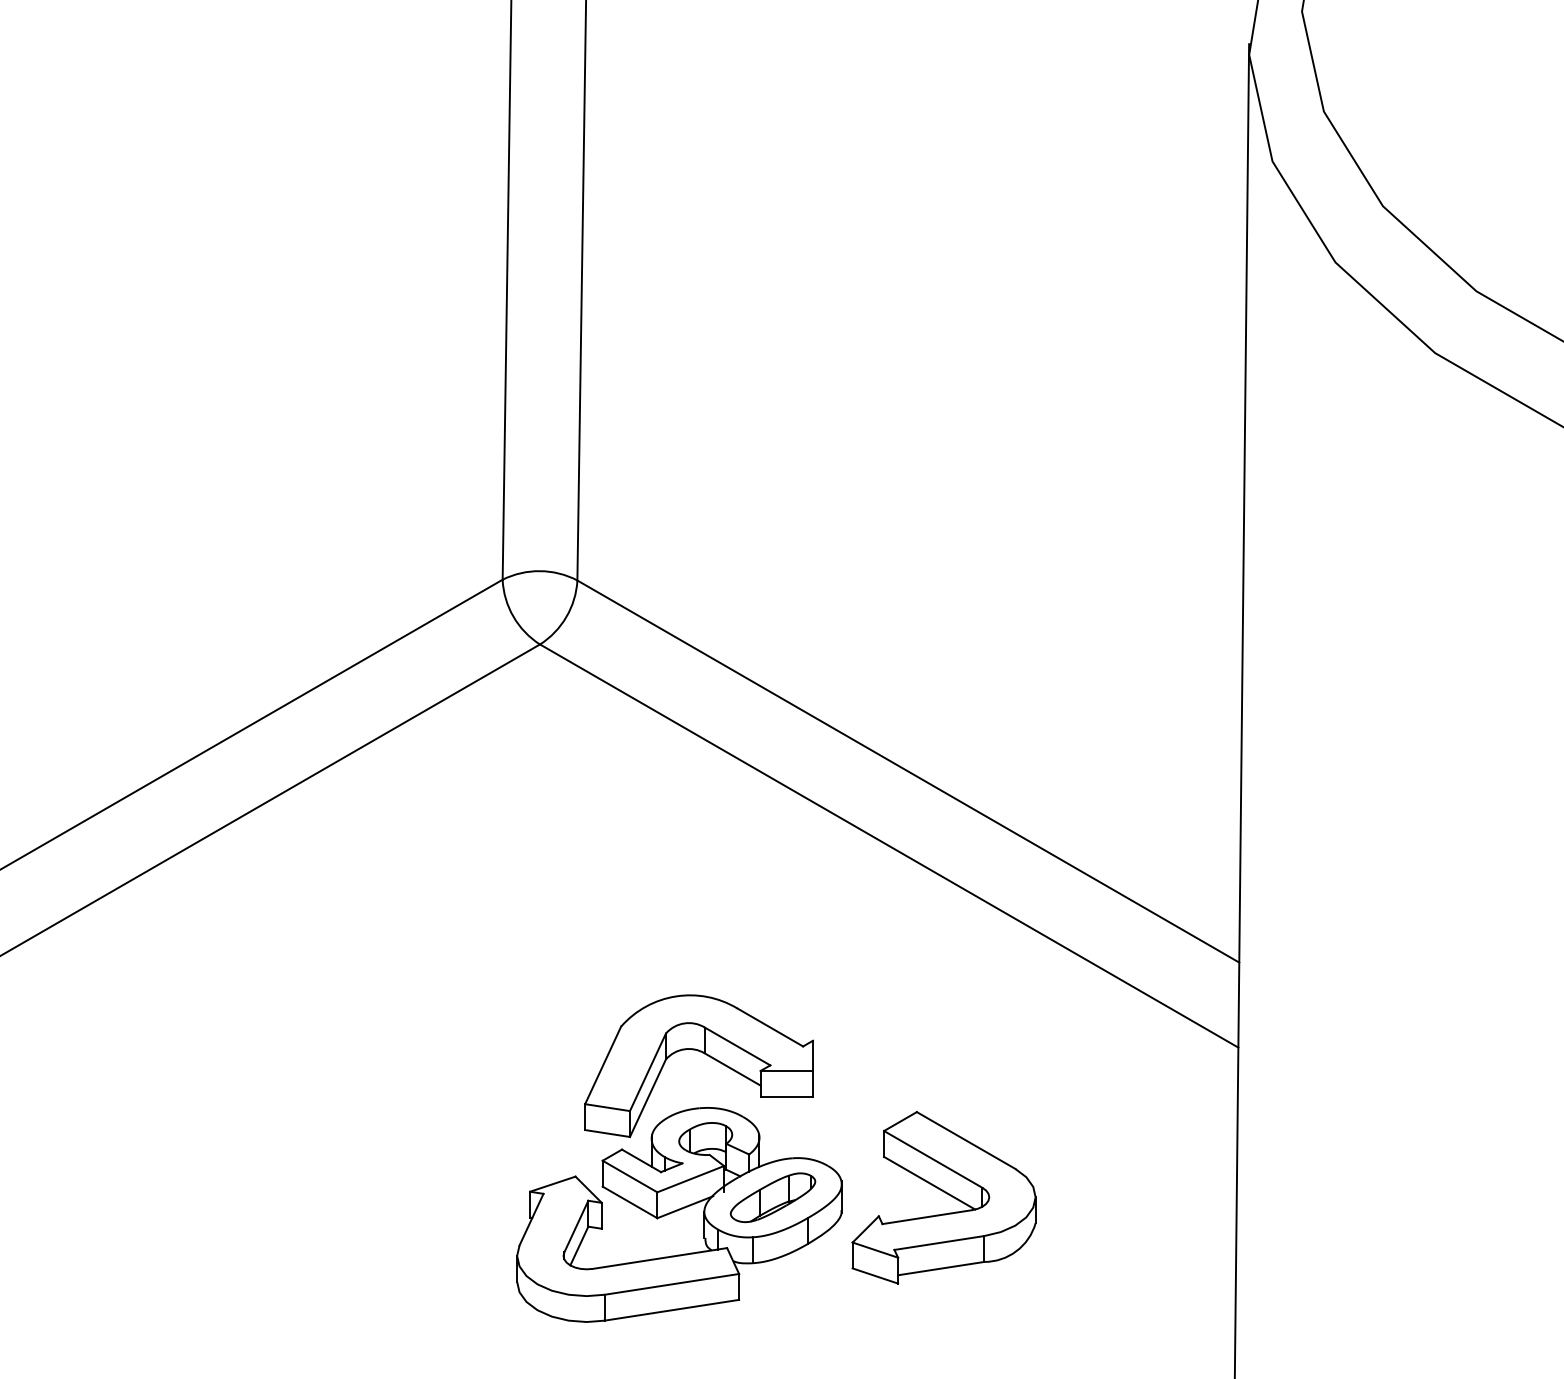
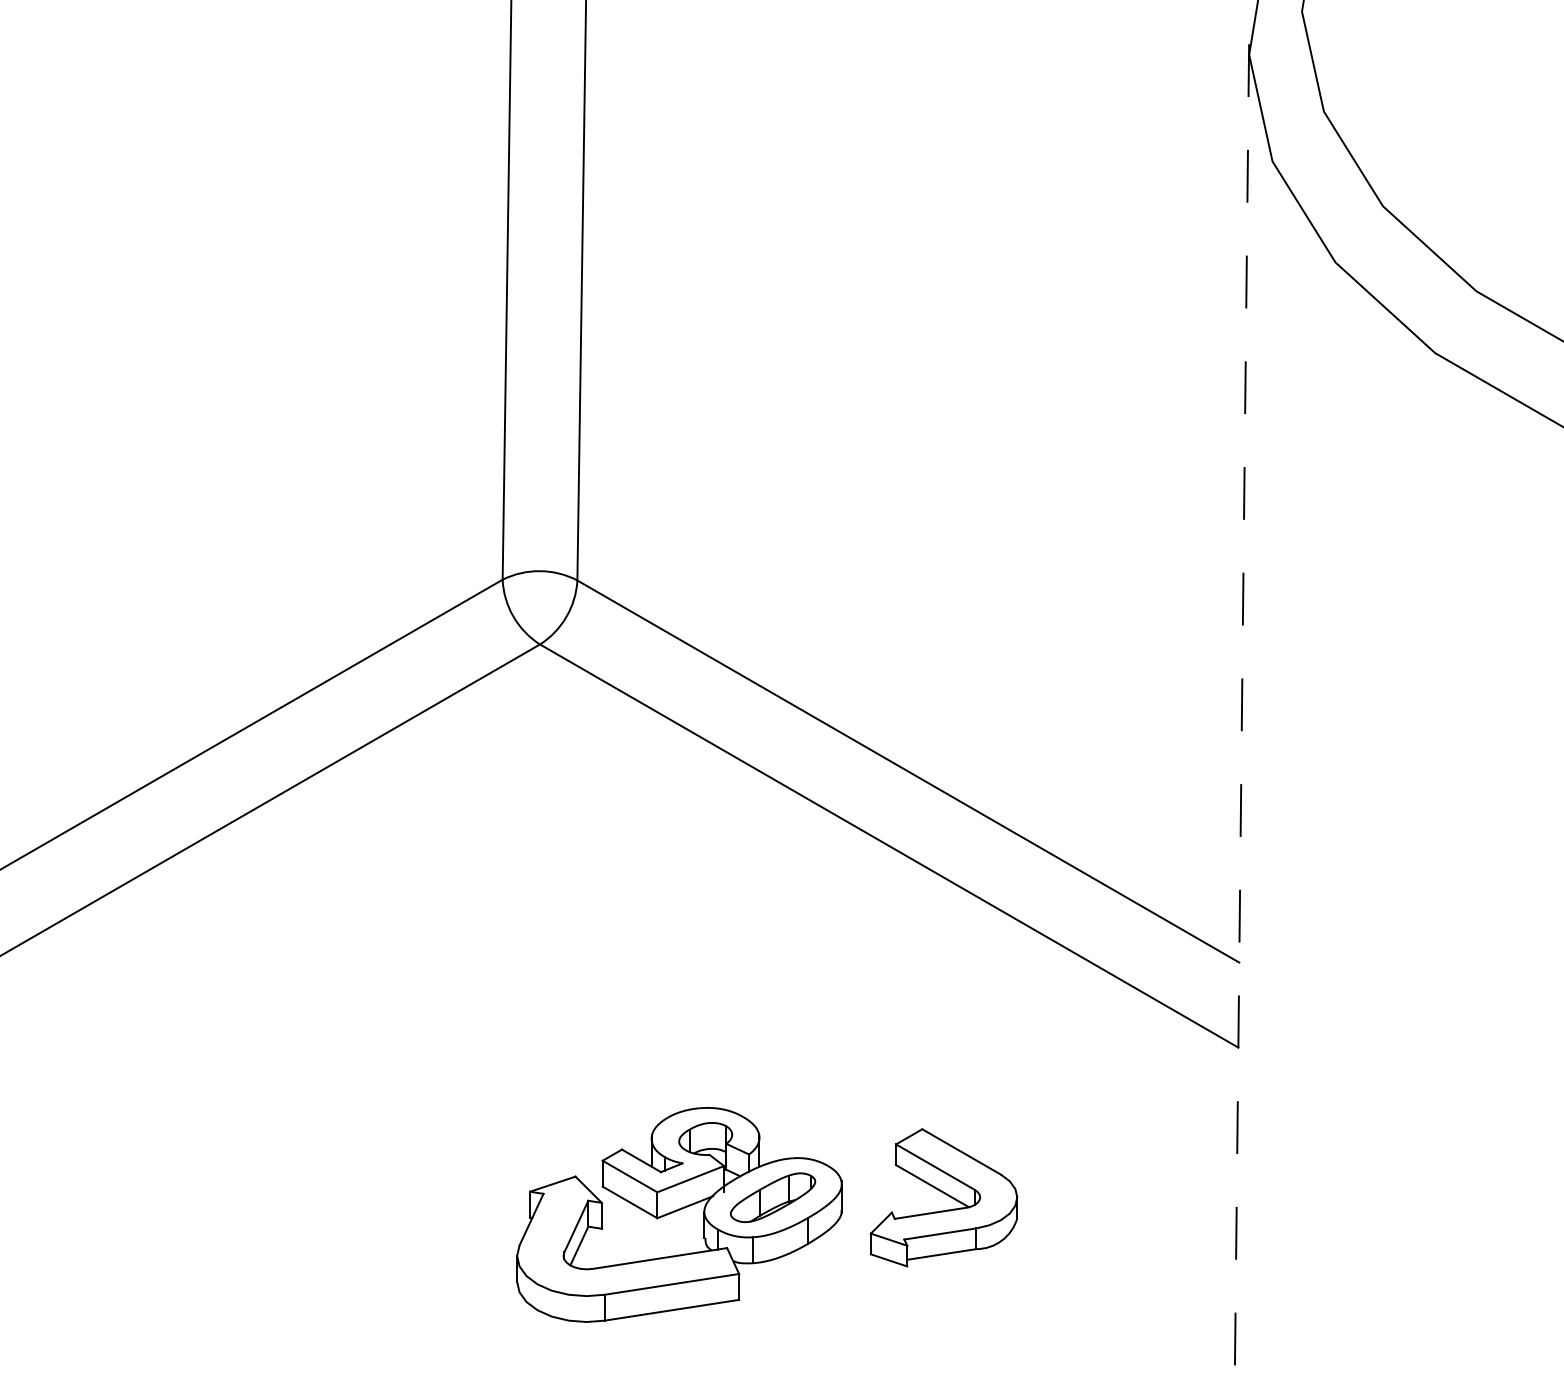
line at (1241, 712): solid -> dashed
part at (704, 1054): present -> none
part at (943, 1197) size: 186x174 px -> 150x140 px
